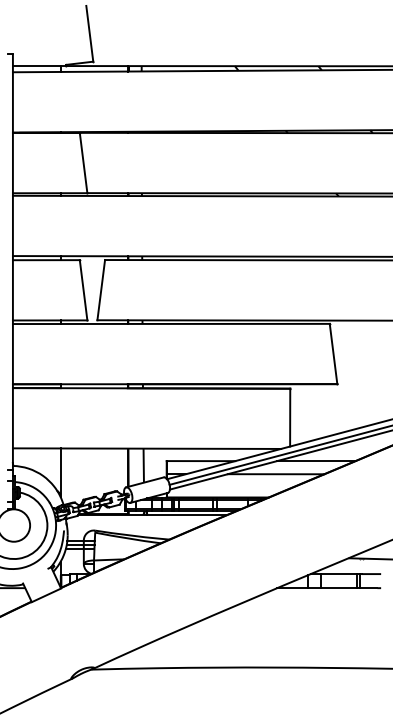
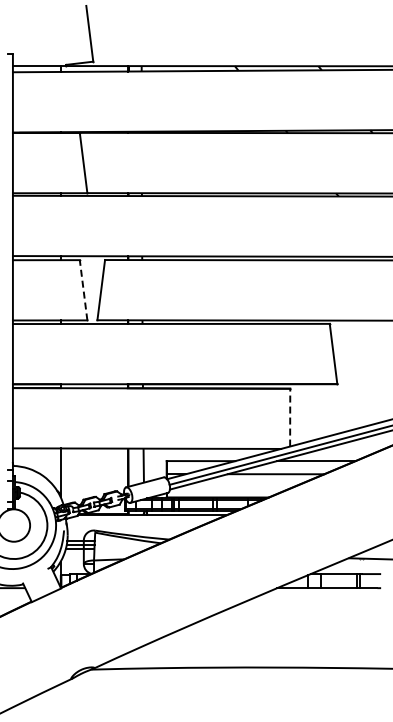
line at (83, 289): solid -> dashed
line at (290, 417): solid -> dashed
